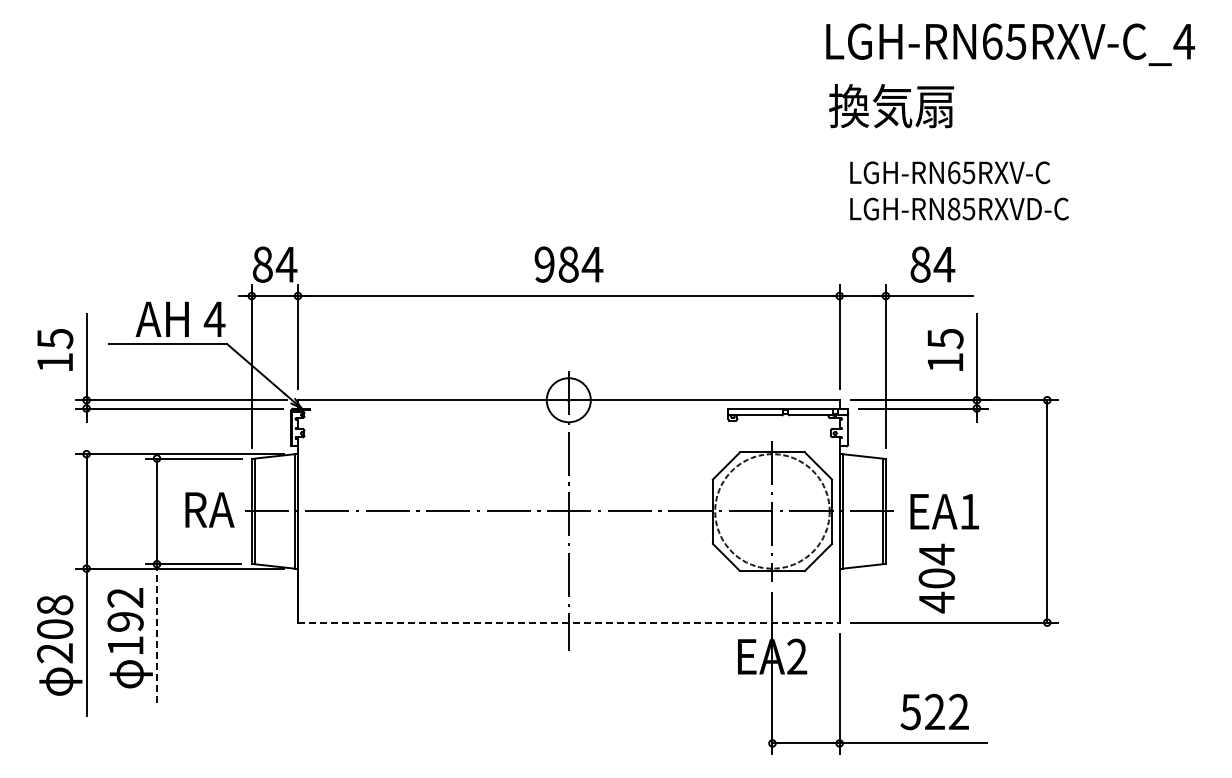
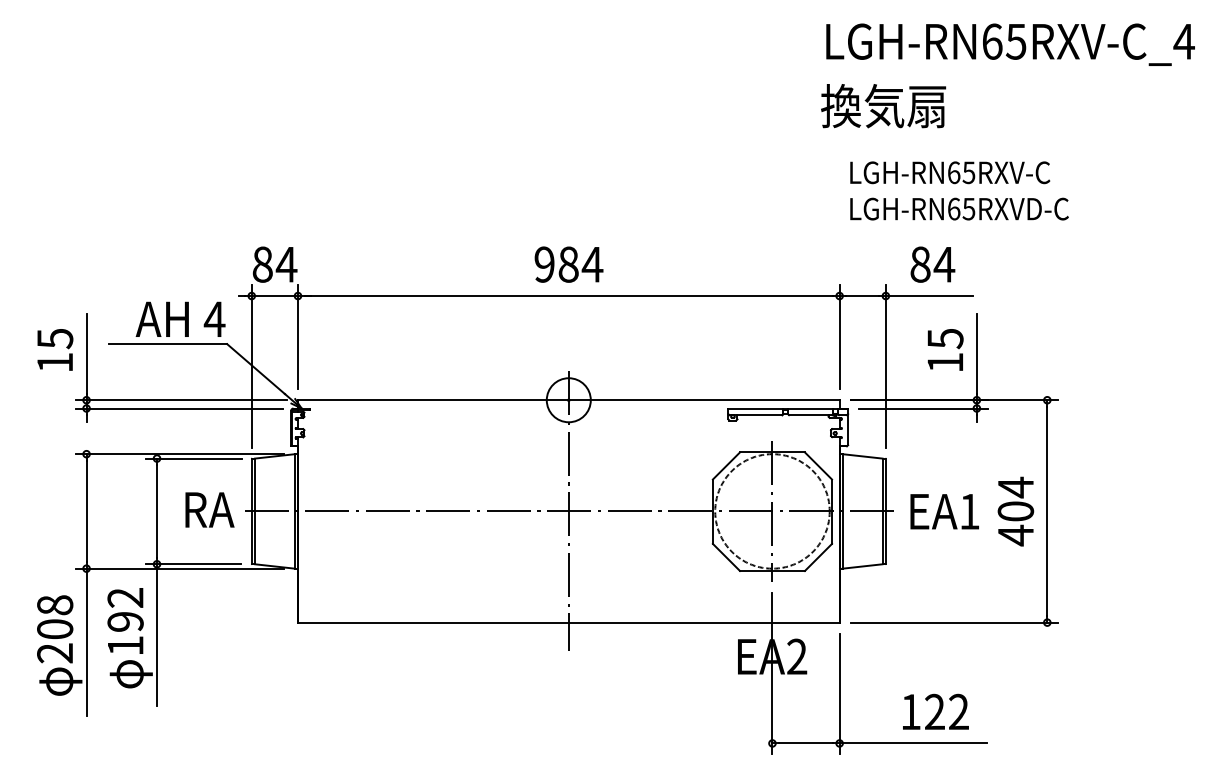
text at (891, 106) position: (891, 106) -> (883, 106)
text at (953, 208): LGH-RN85RXVD-C -> LGH-RN65RXVD-C
text at (936, 578) position: (936, 578) -> (1015, 511)
line at (568, 622): dashed -> solid
line at (157, 634): dashed -> solid
text at (910, 712): 522 -> 122
